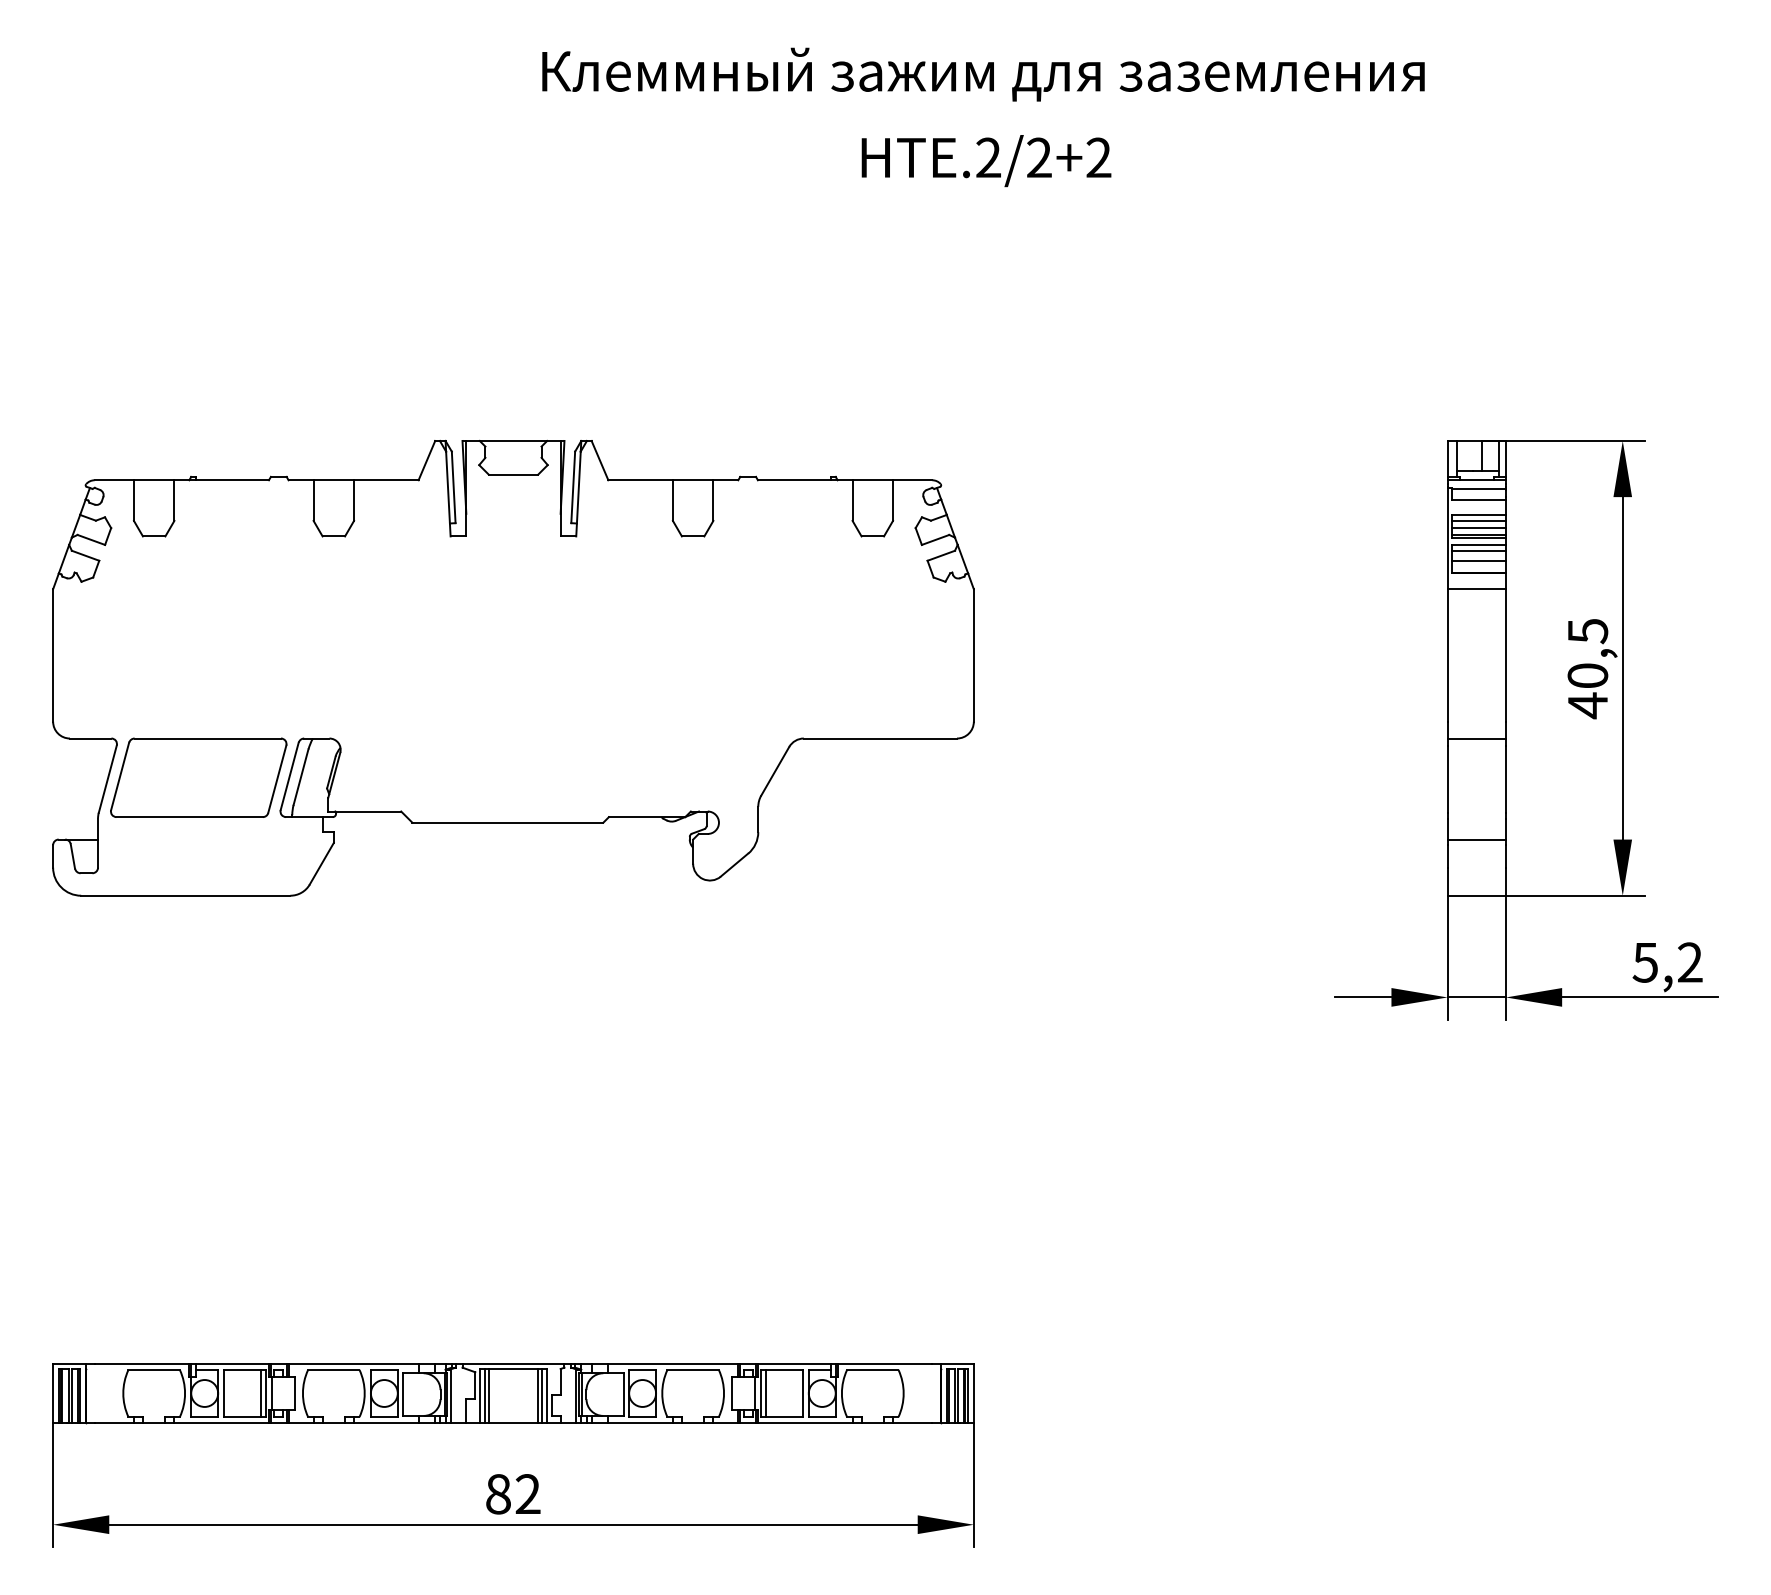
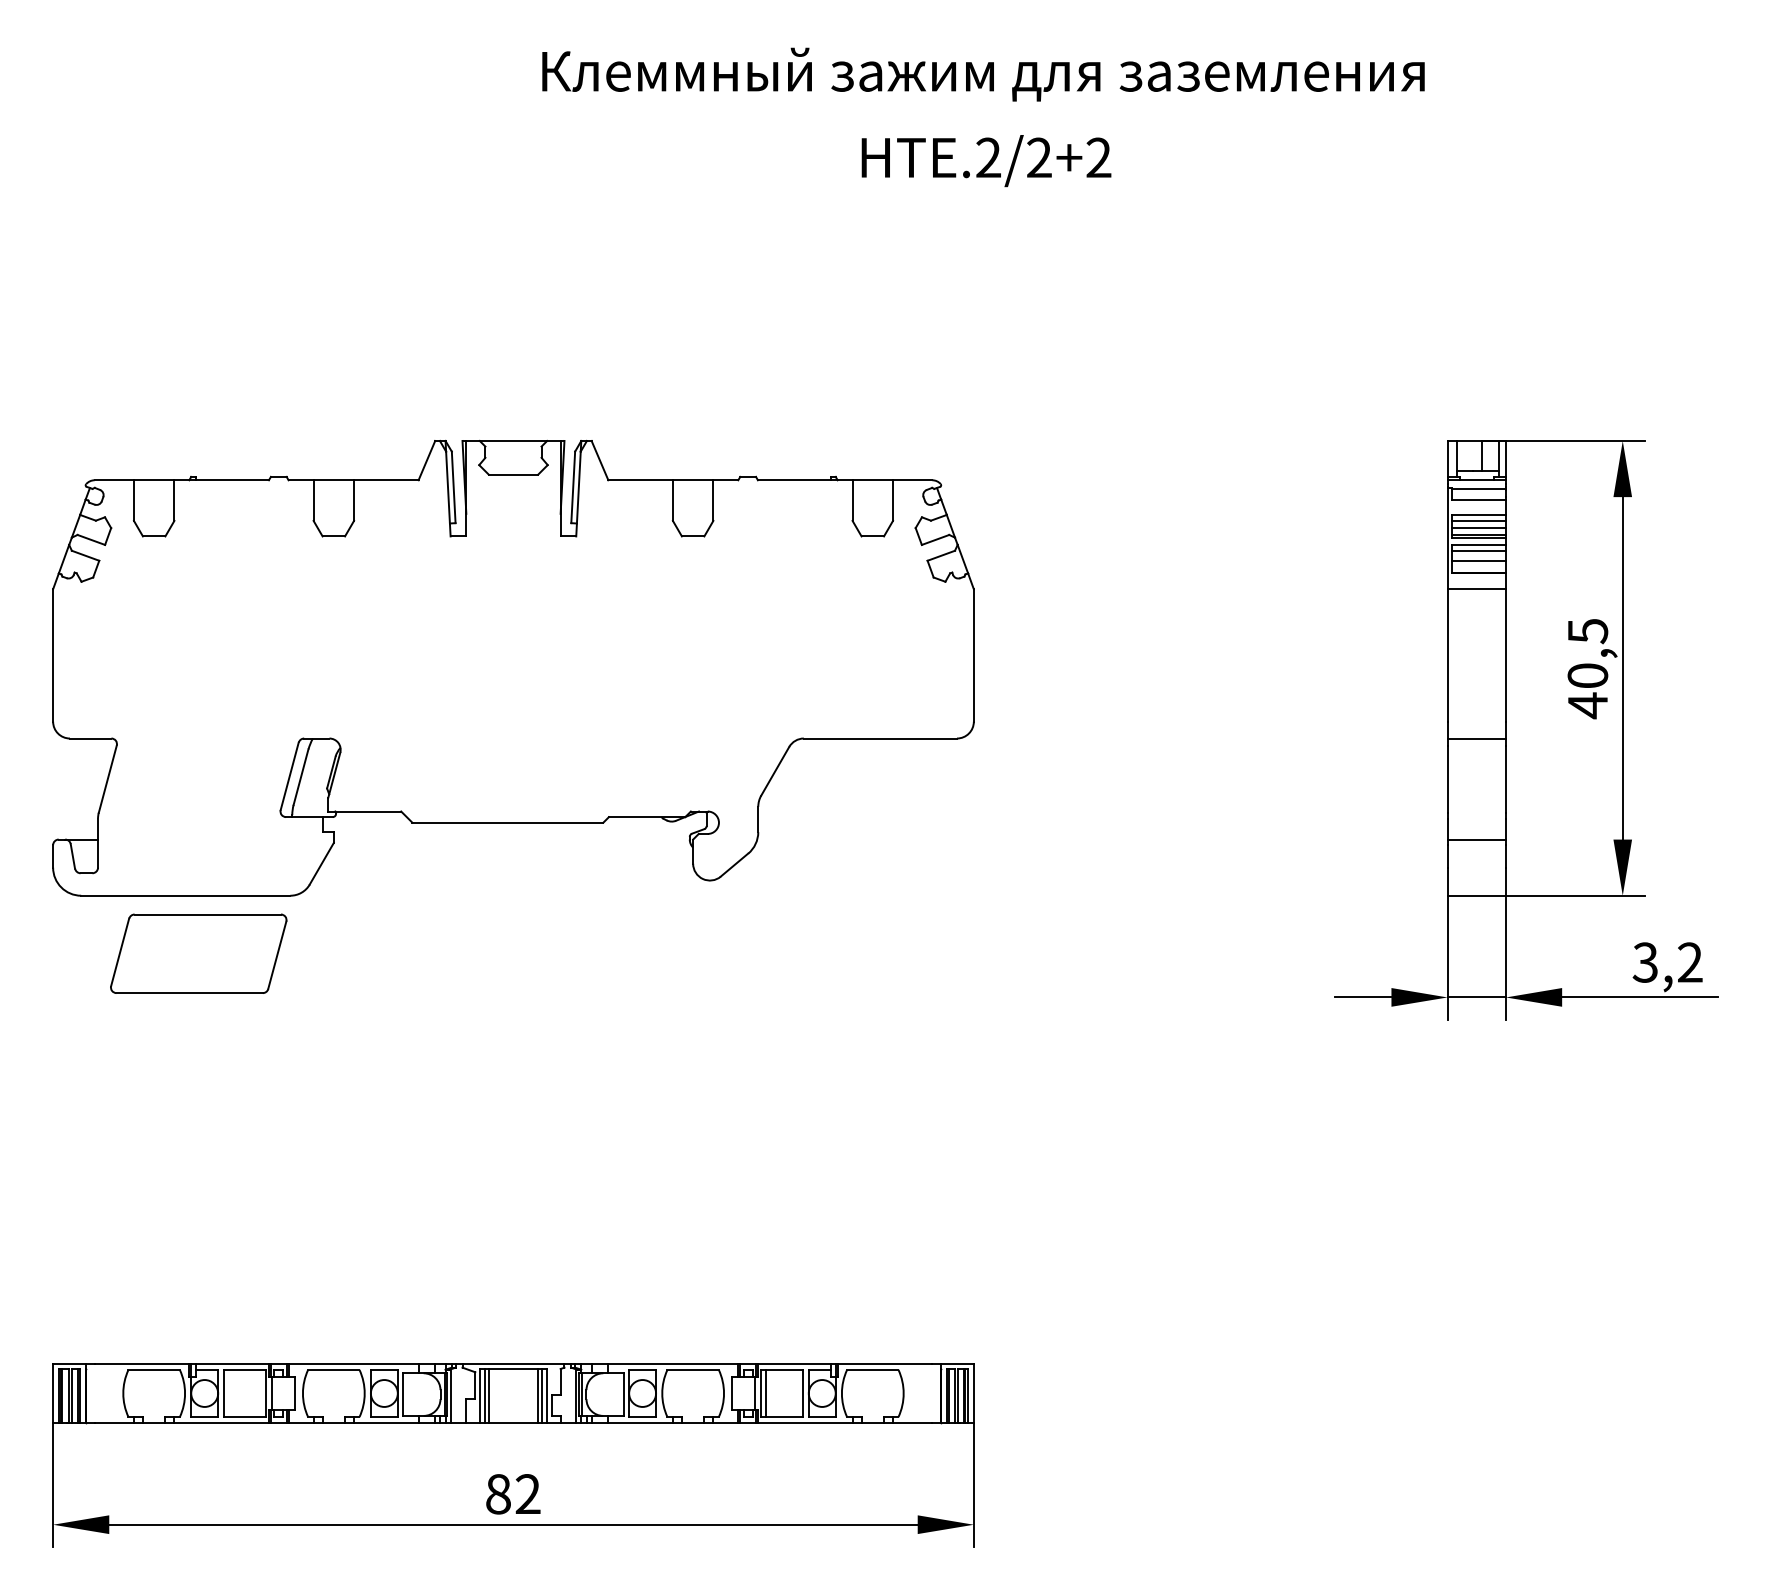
part at (198, 777) position: (198, 777) -> (198, 953)
text at (1645, 962): 5,2 -> 3,2
line at (260, 1393): present -> none
